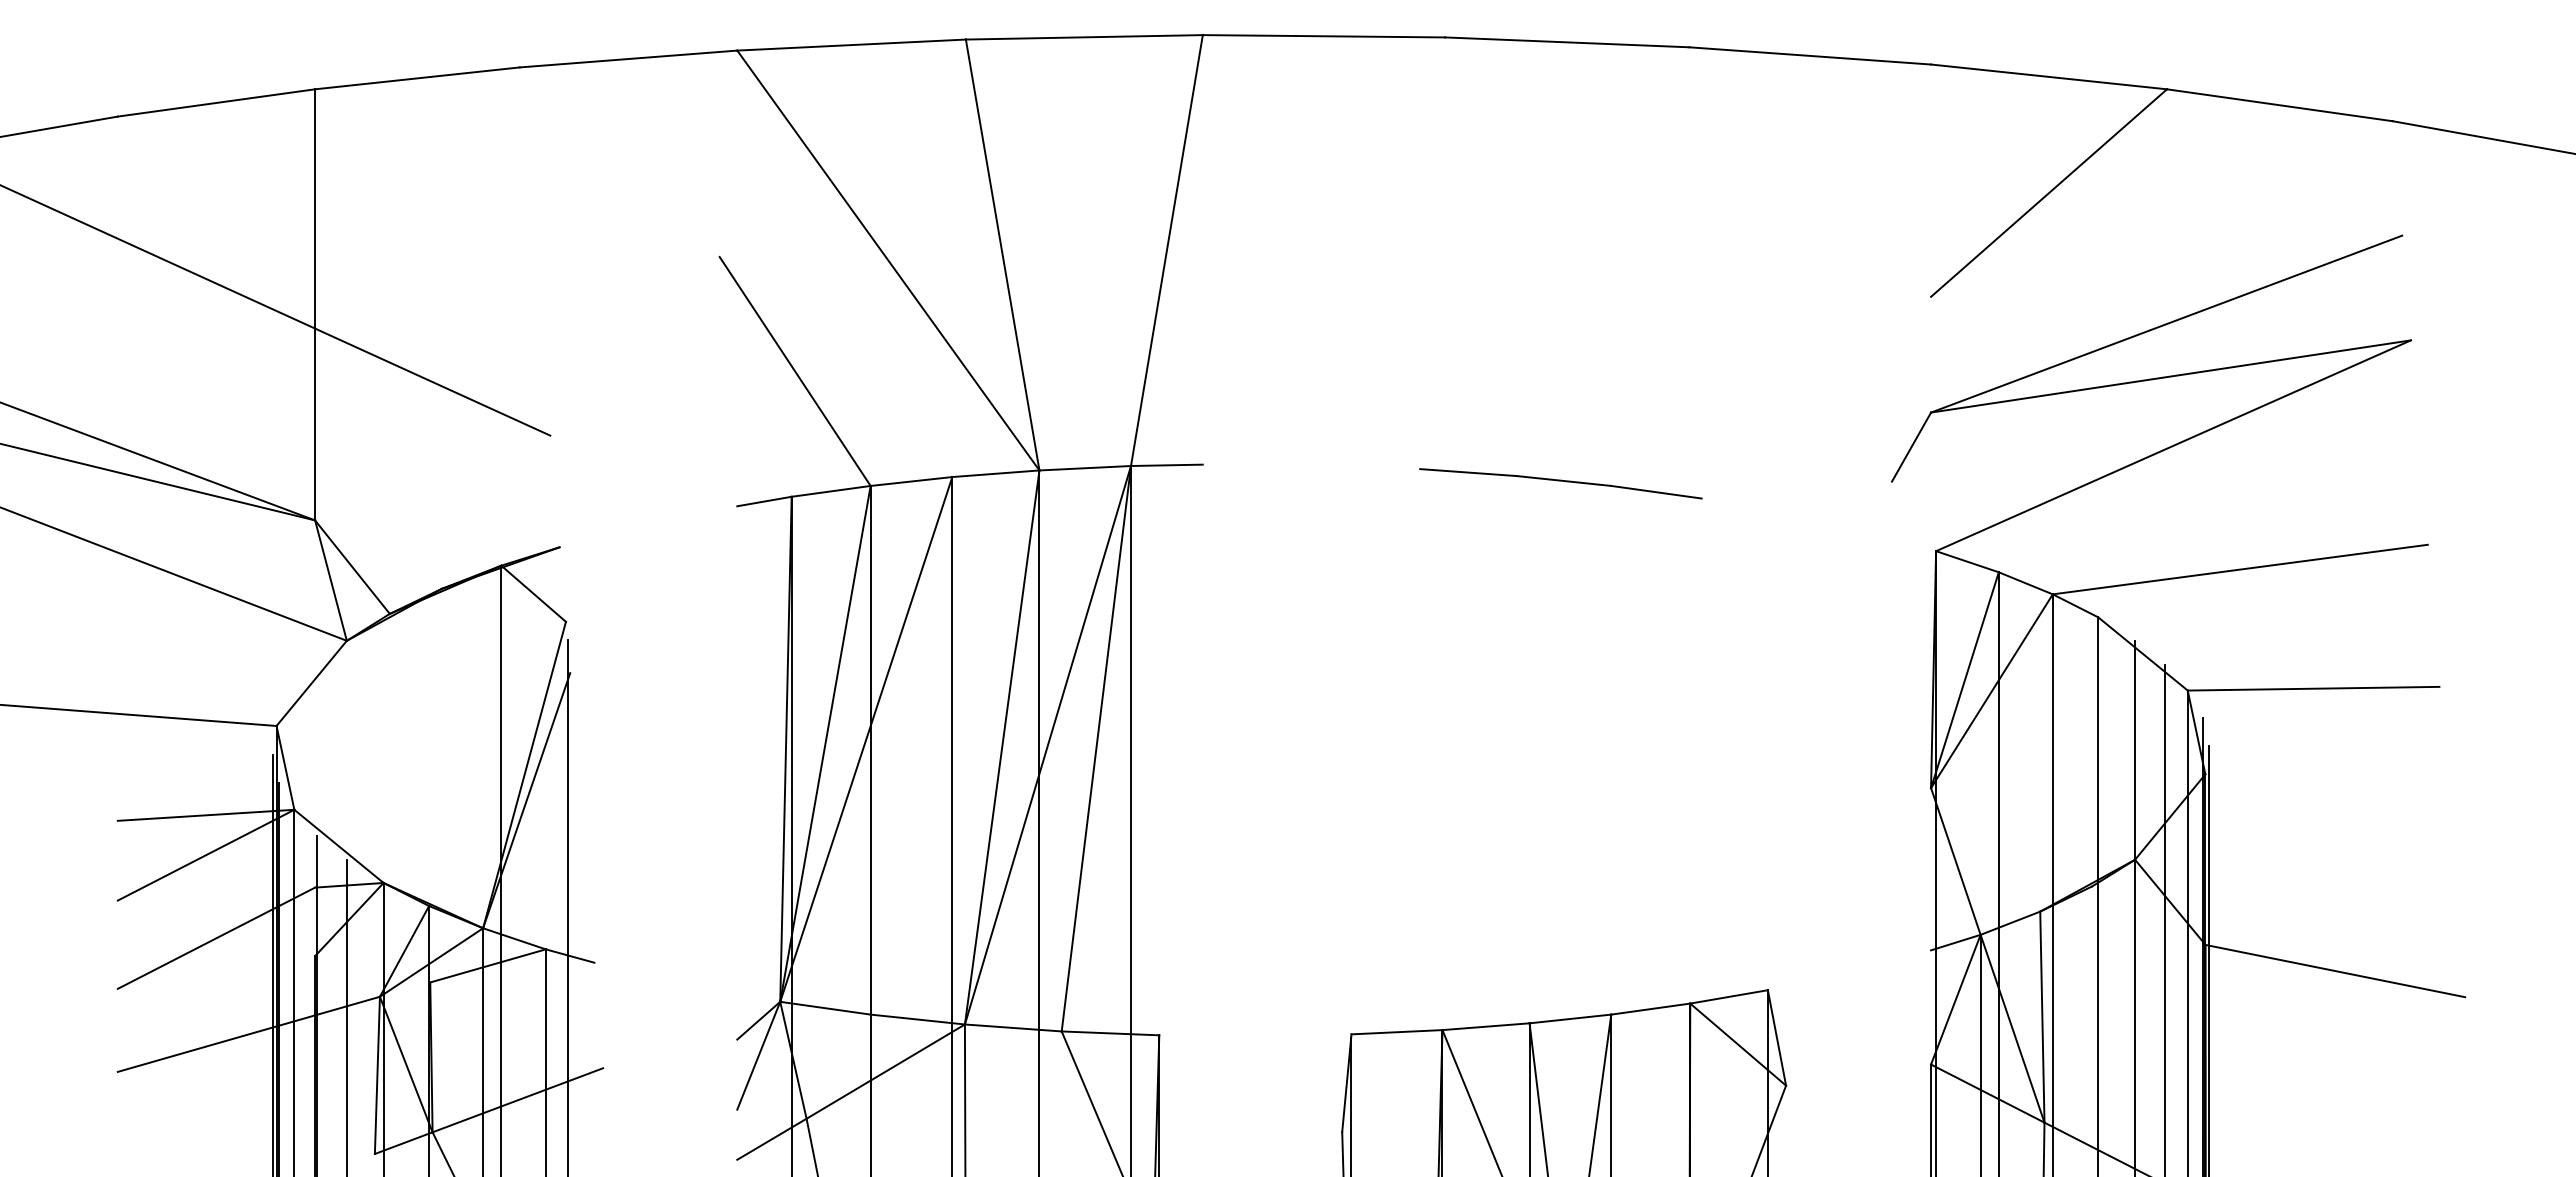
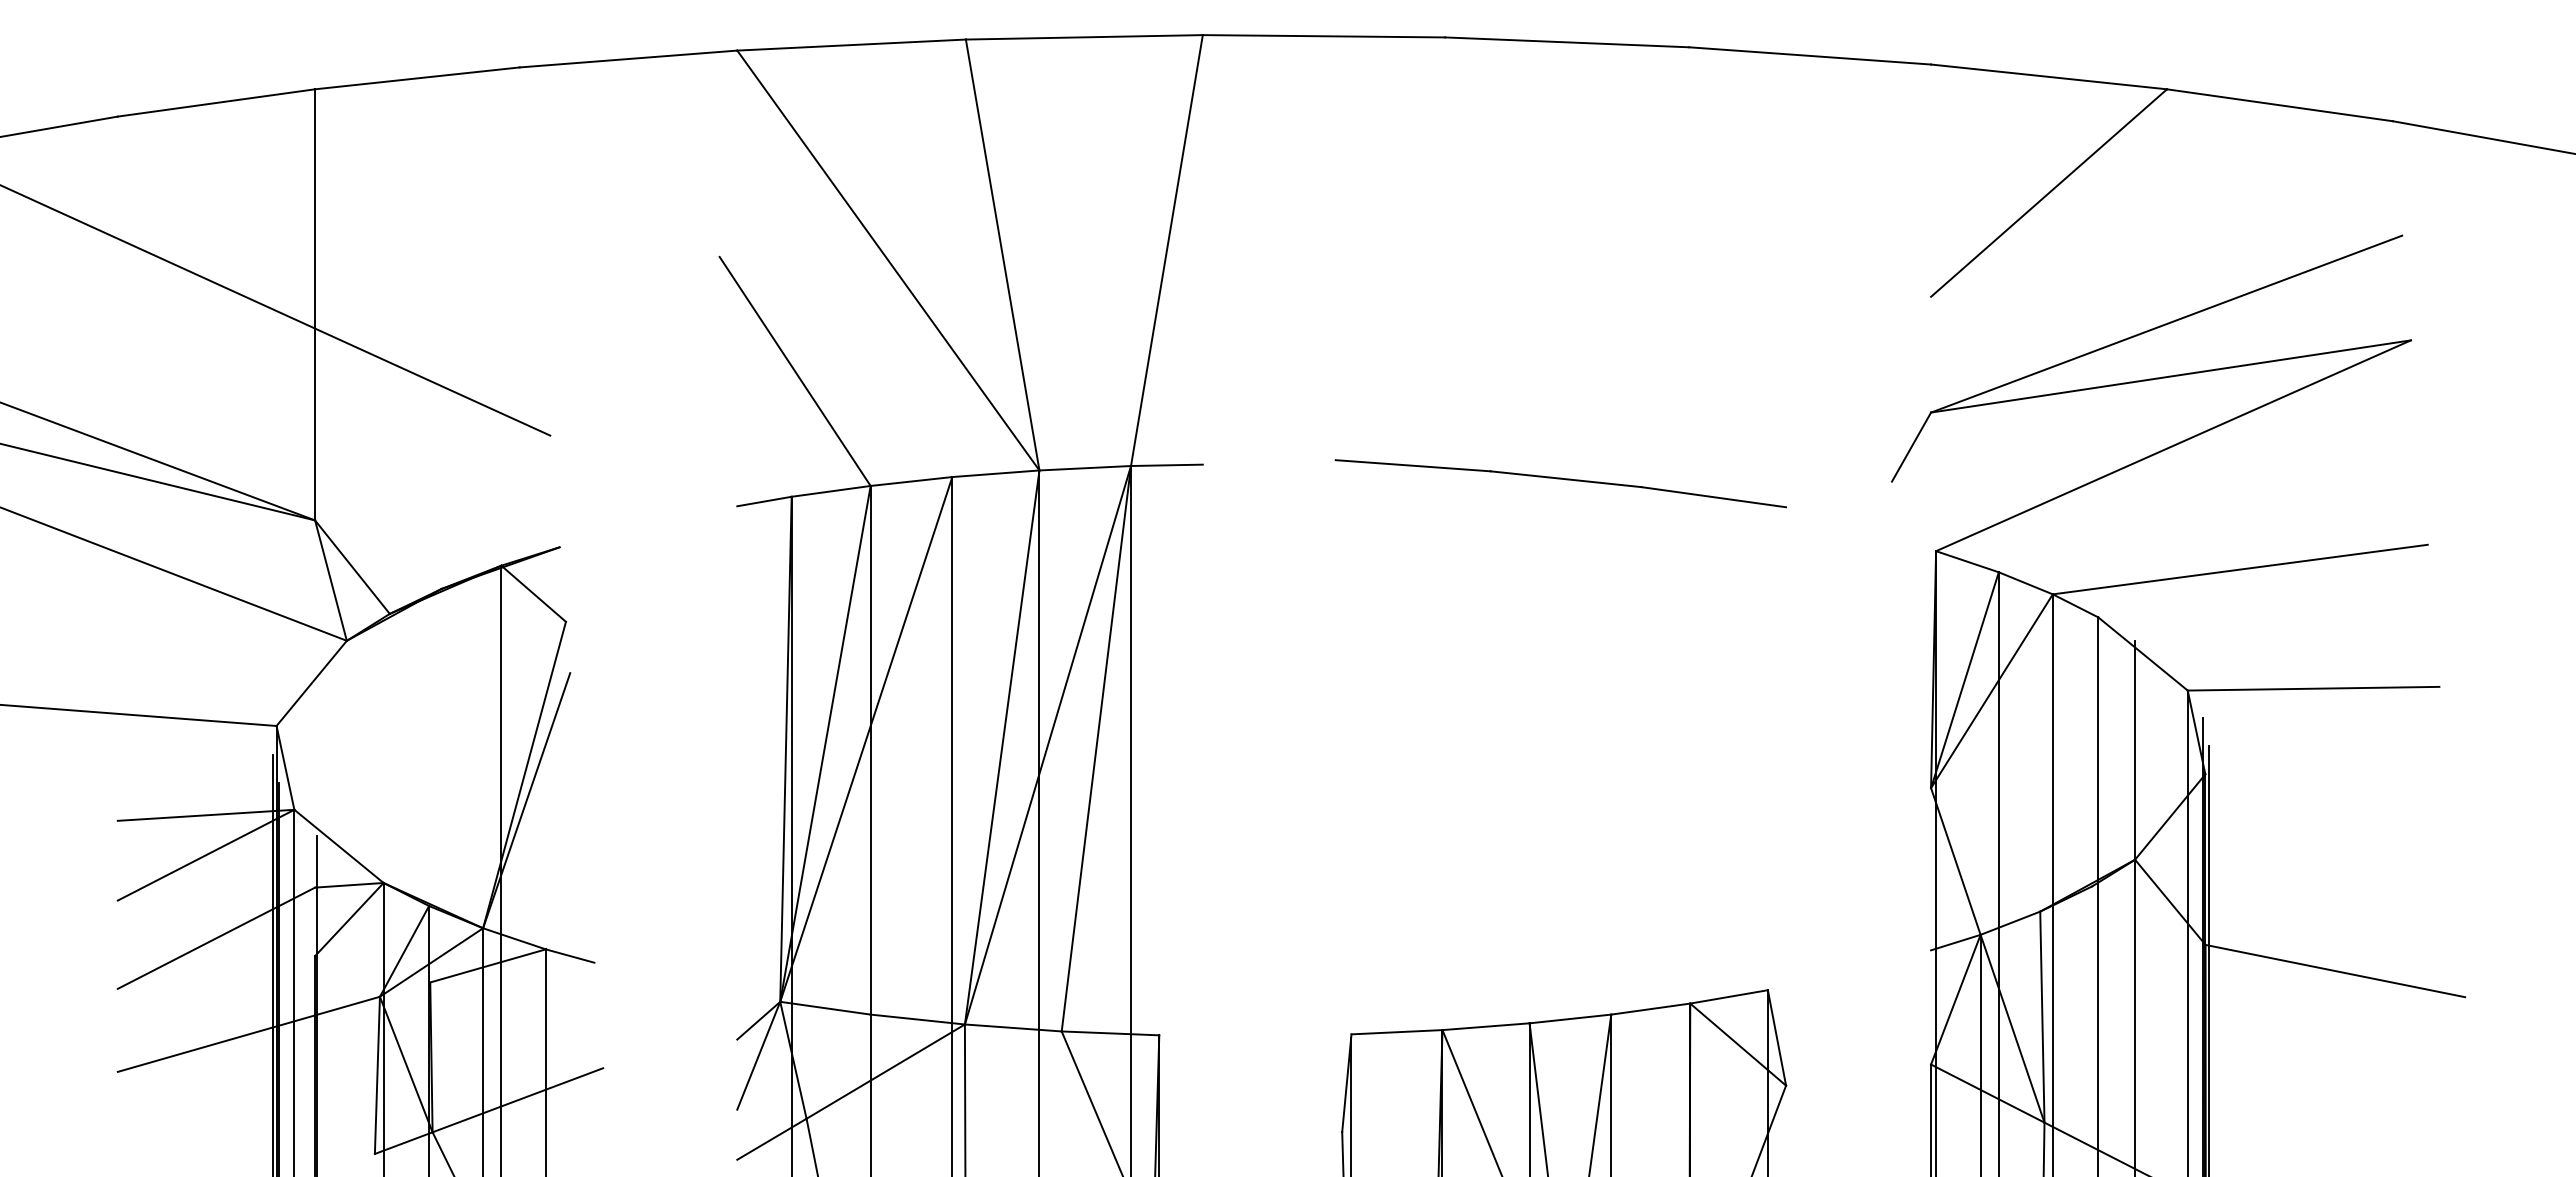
part at (1560, 483) size: 284x32 px -> 453x50 px
line at (567, 906): present -> none
line at (2164, 919): present -> none
line at (346, 1016): present -> none
